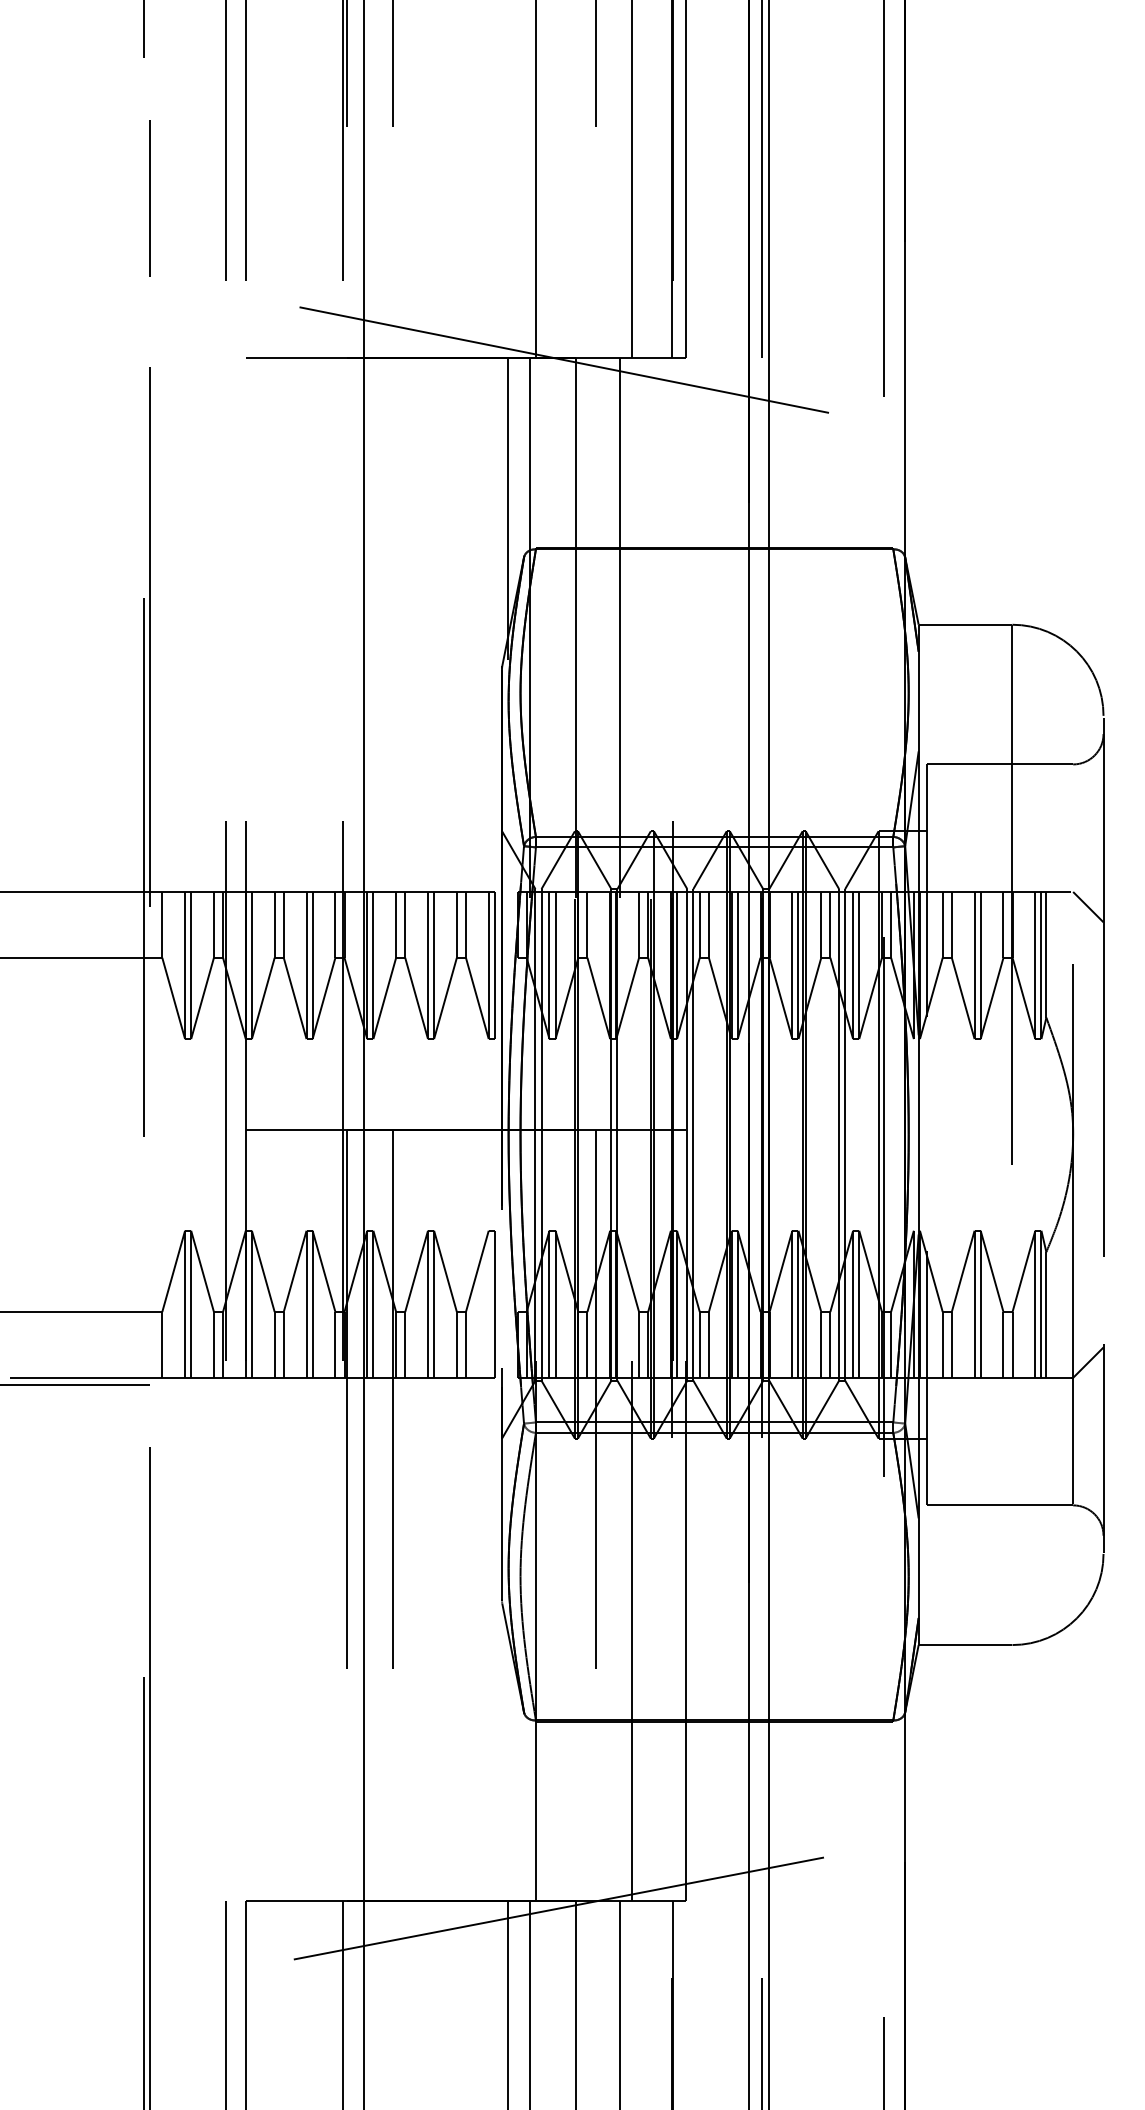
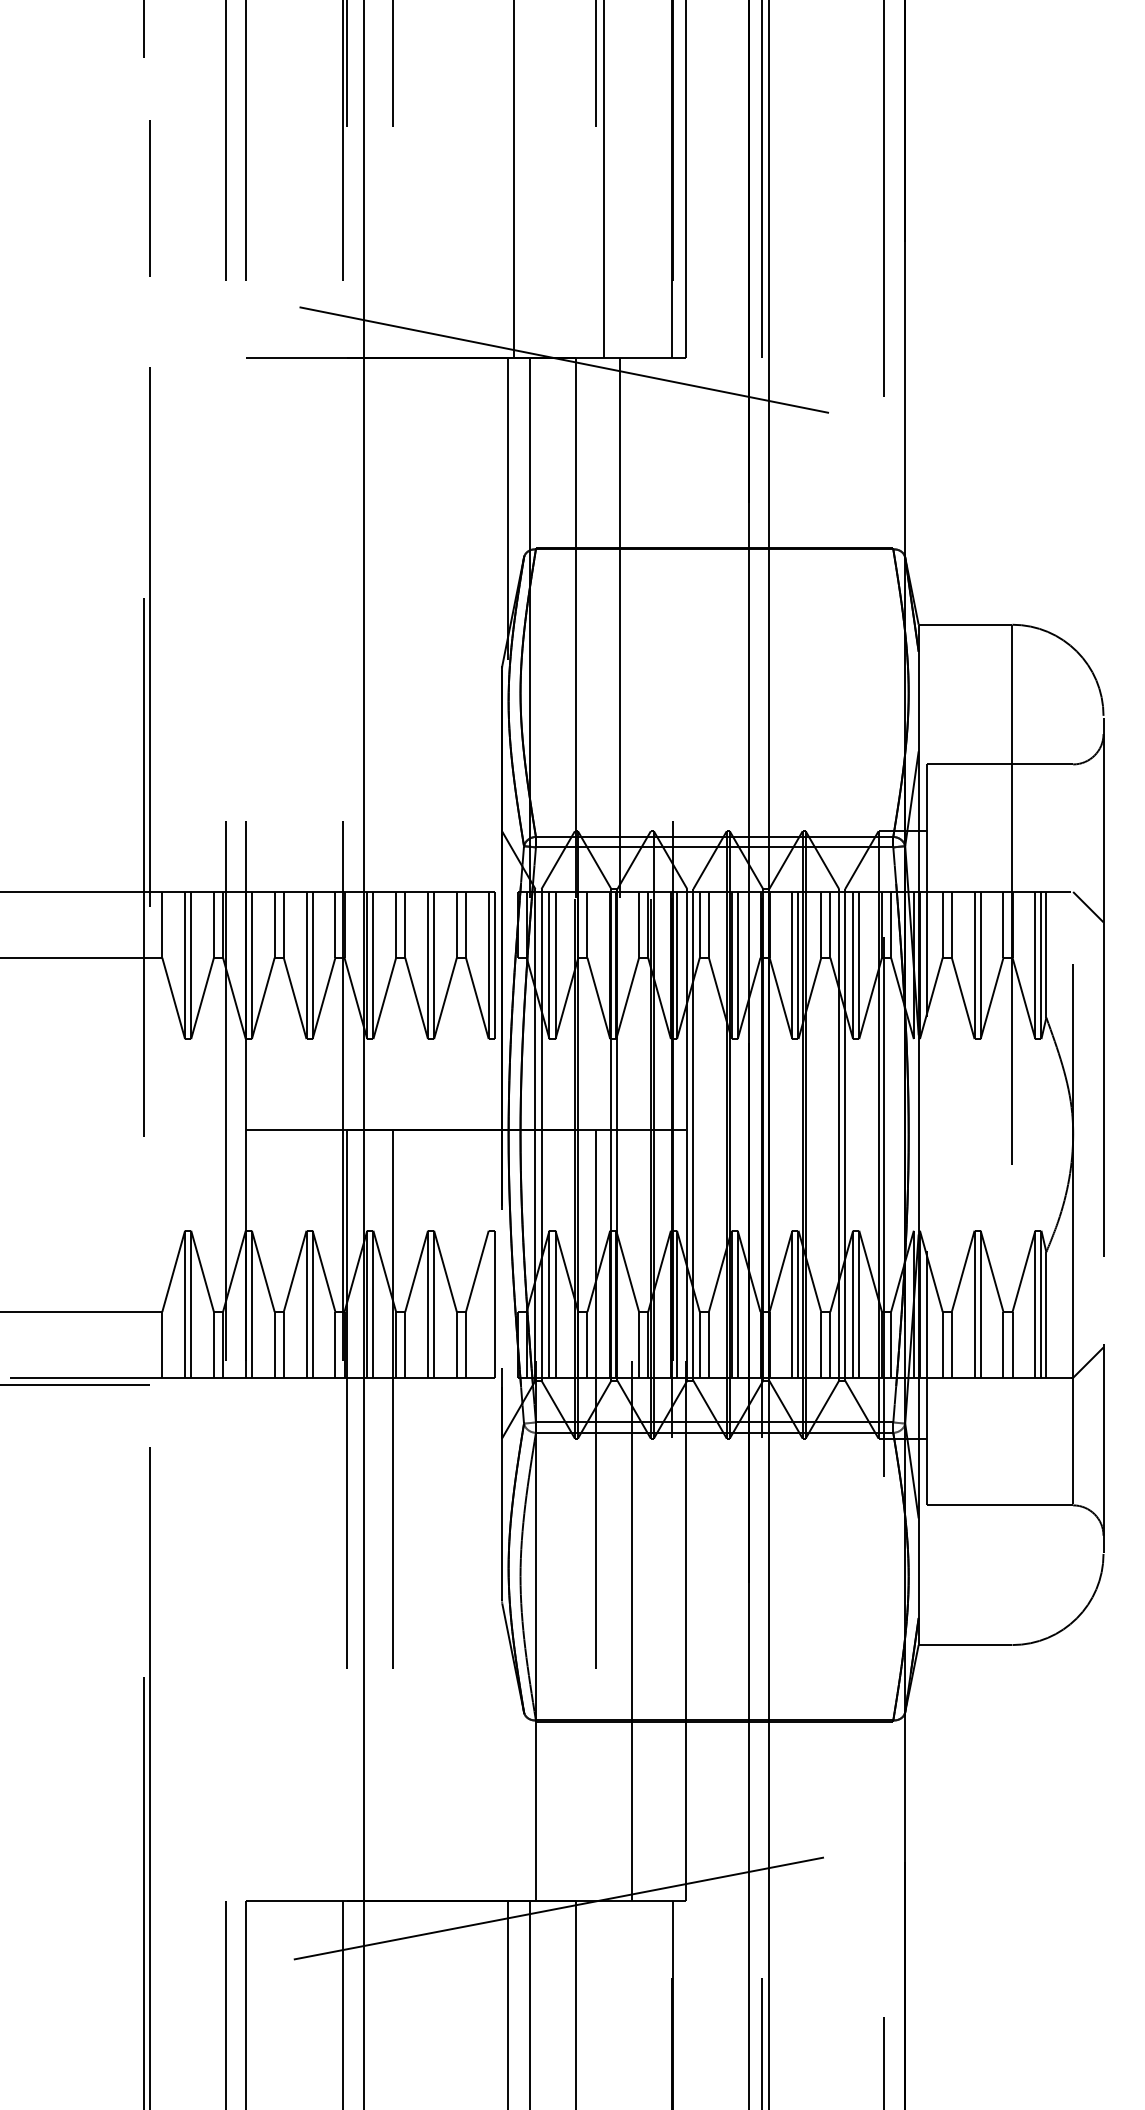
line at (535, 180) position: (535, 180) -> (513, 180)
line at (632, 180) position: (632, 180) -> (604, 180)
line at (620, 2003): present -> none
